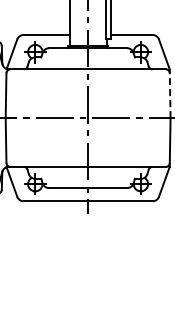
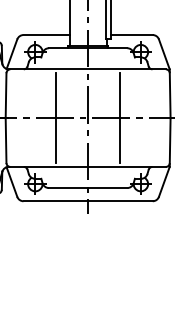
line at (170, 93): dashed -> solid
line at (56, 118): none -> present
line at (119, 118): none -> present
